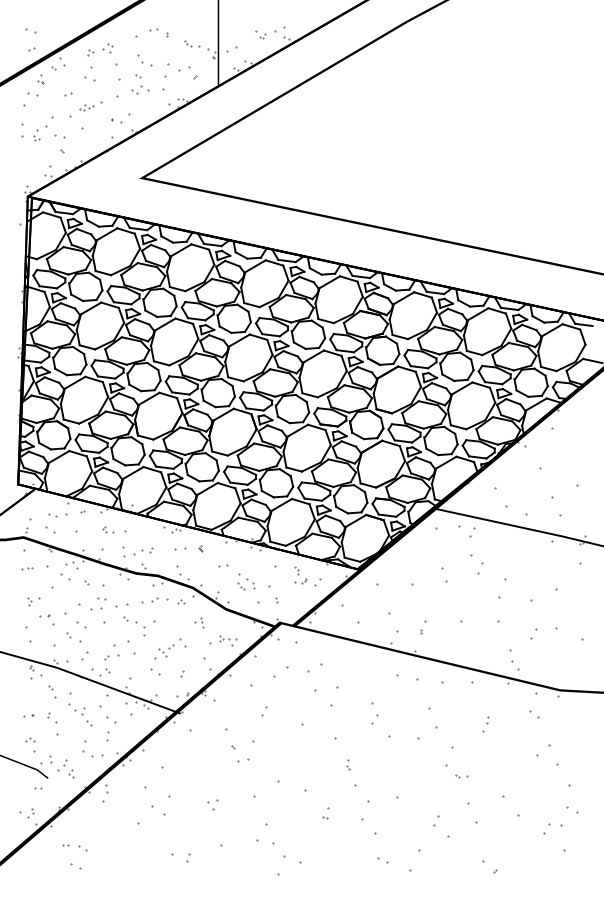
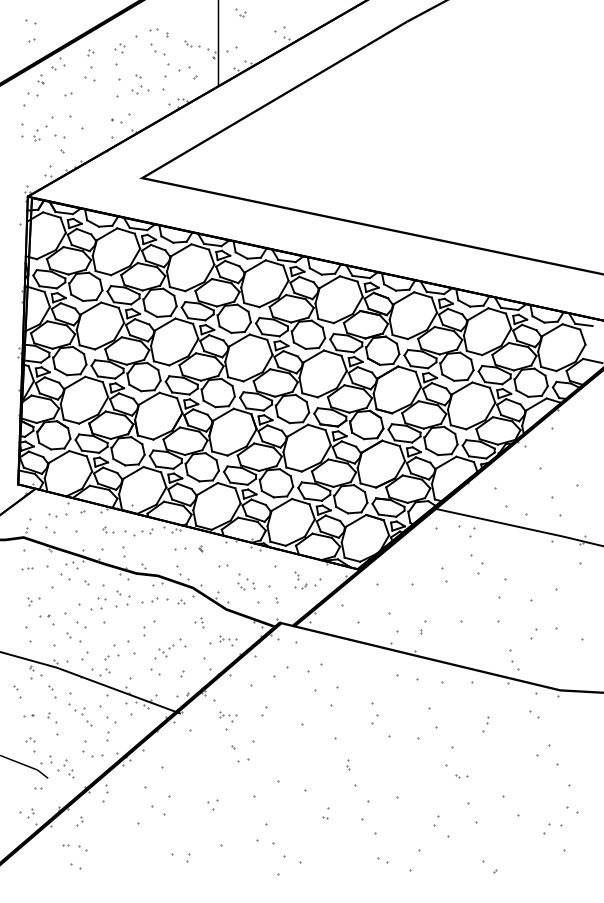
part at (35, 33) position: (35, 33) -> (35, 24)
part at (260, 34) position: (260, 34) -> (240, 12)
part at (107, 48) position: (107, 48) -> (119, 48)
part at (144, 60) position: (144, 60) -> (157, 49)
part at (90, 106): present -> none
part at (143, 551) position: (143, 551) -> (143, 532)
part at (300, 575) position: (300, 575) -> (300, 580)
part at (130, 619) position: (130, 619) -> (123, 593)
part at (17, 691): none -> present
part at (228, 716): none -> present
part at (79, 821): none -> present
